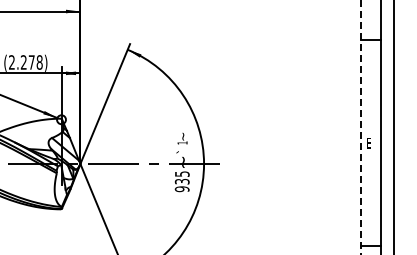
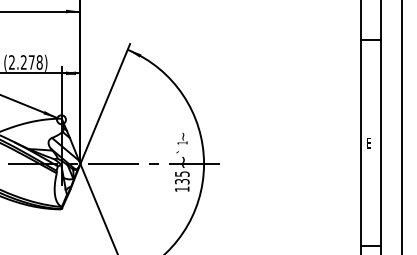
line at (393, 126) position: (393, 126) -> (401, 126)
line at (360, 127): dashed -> solid
text at (181, 189): 935 -> 135
